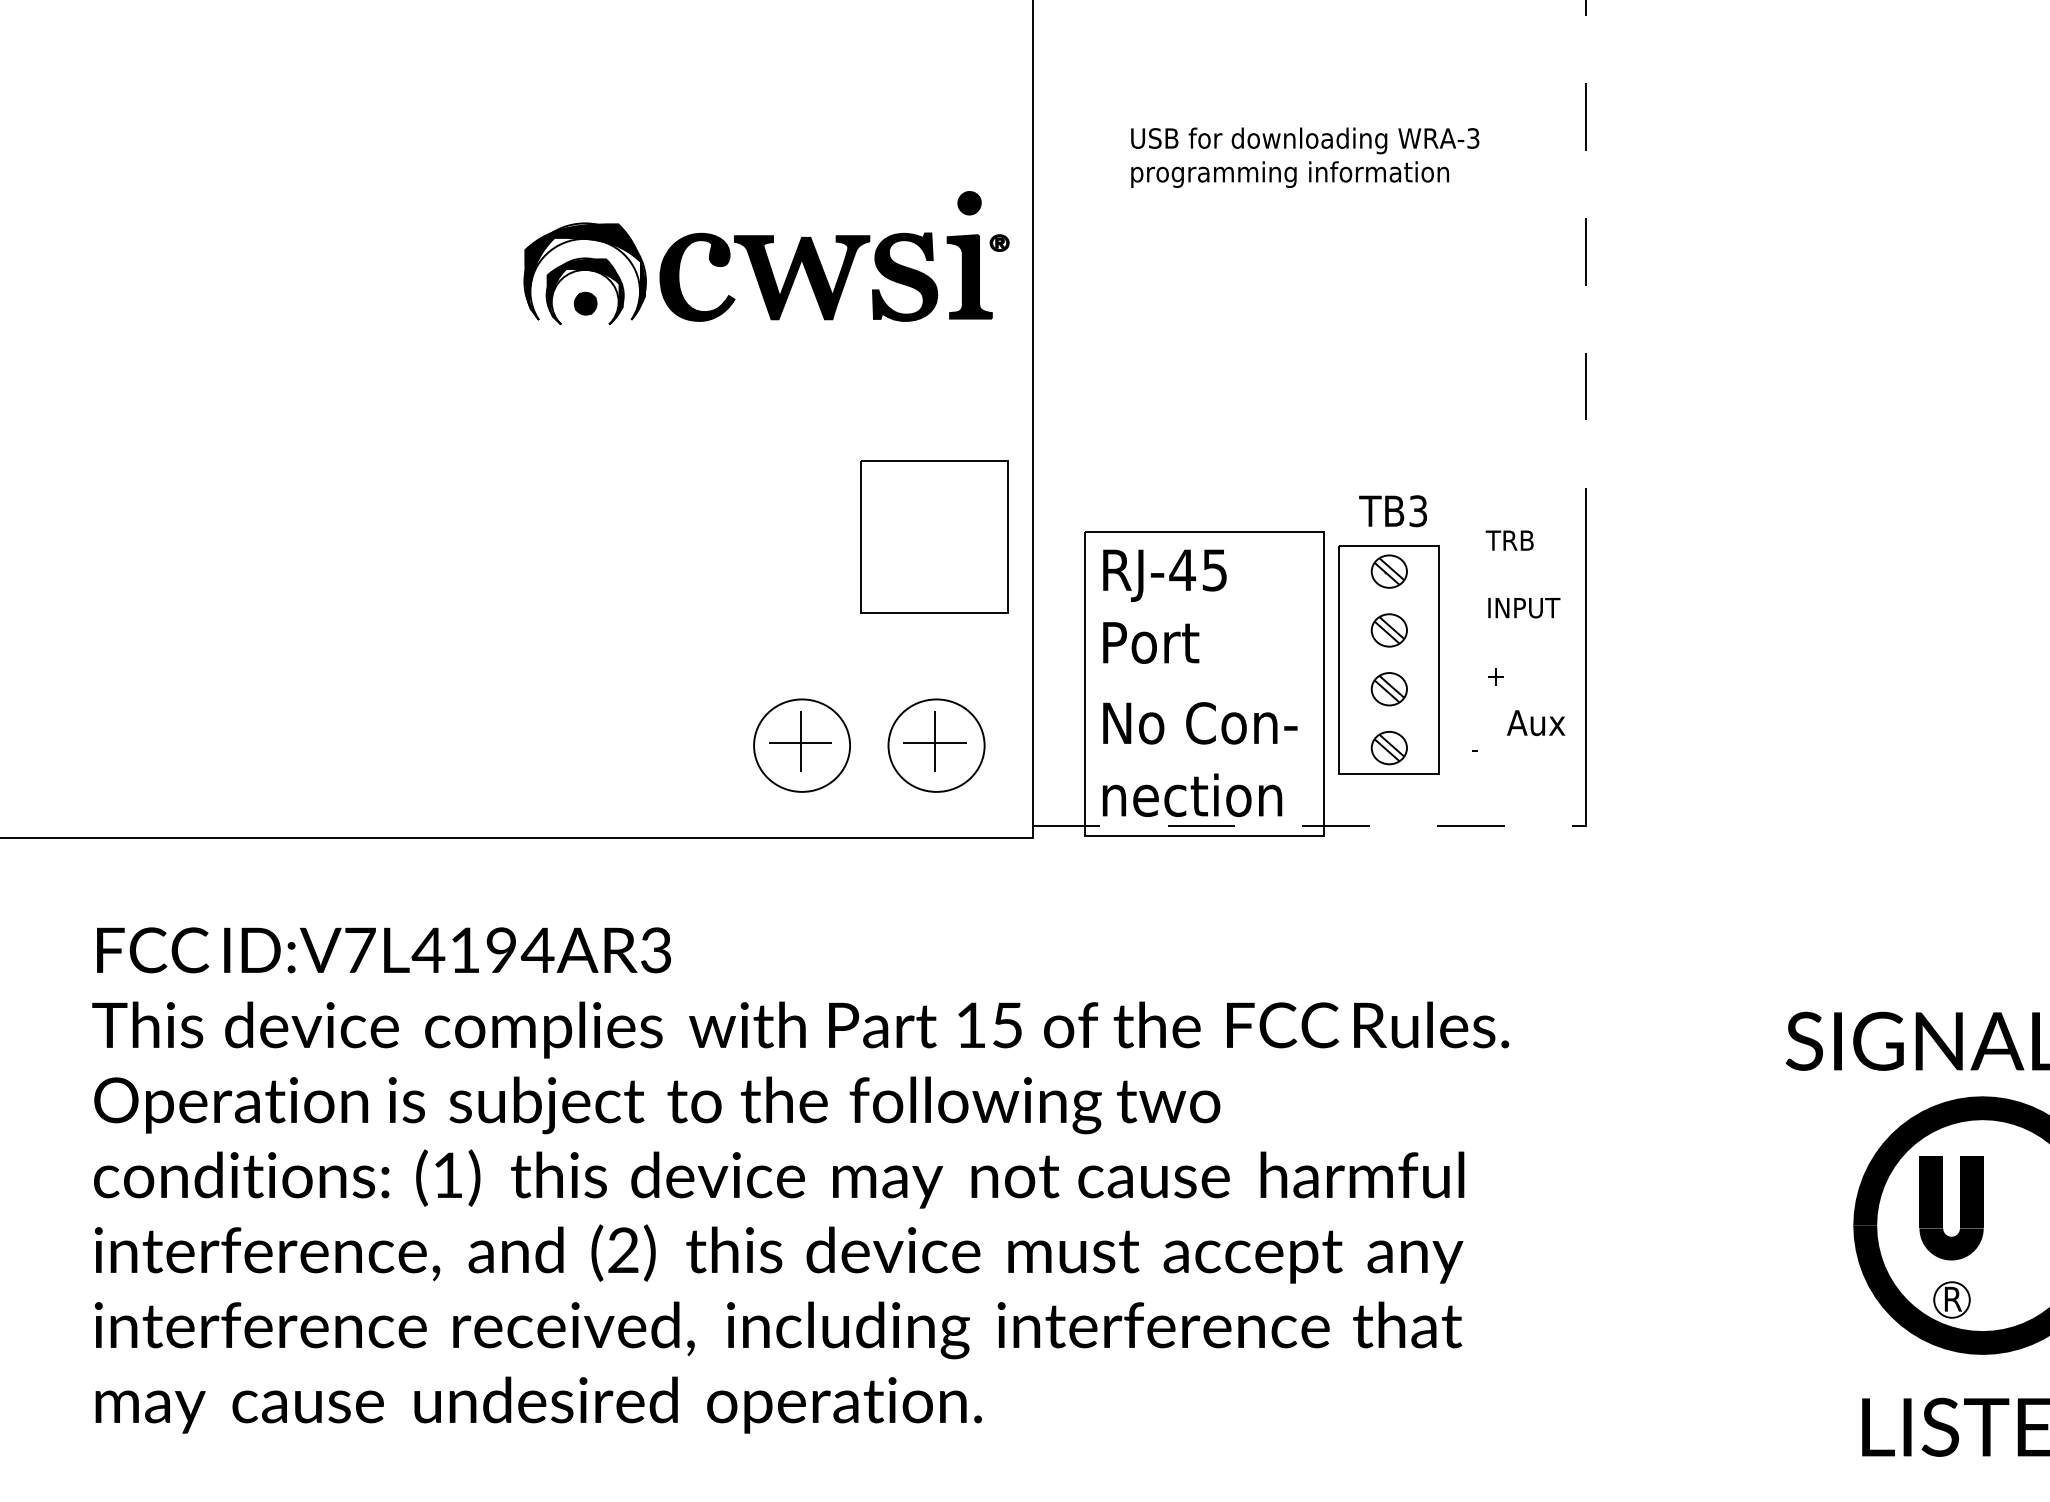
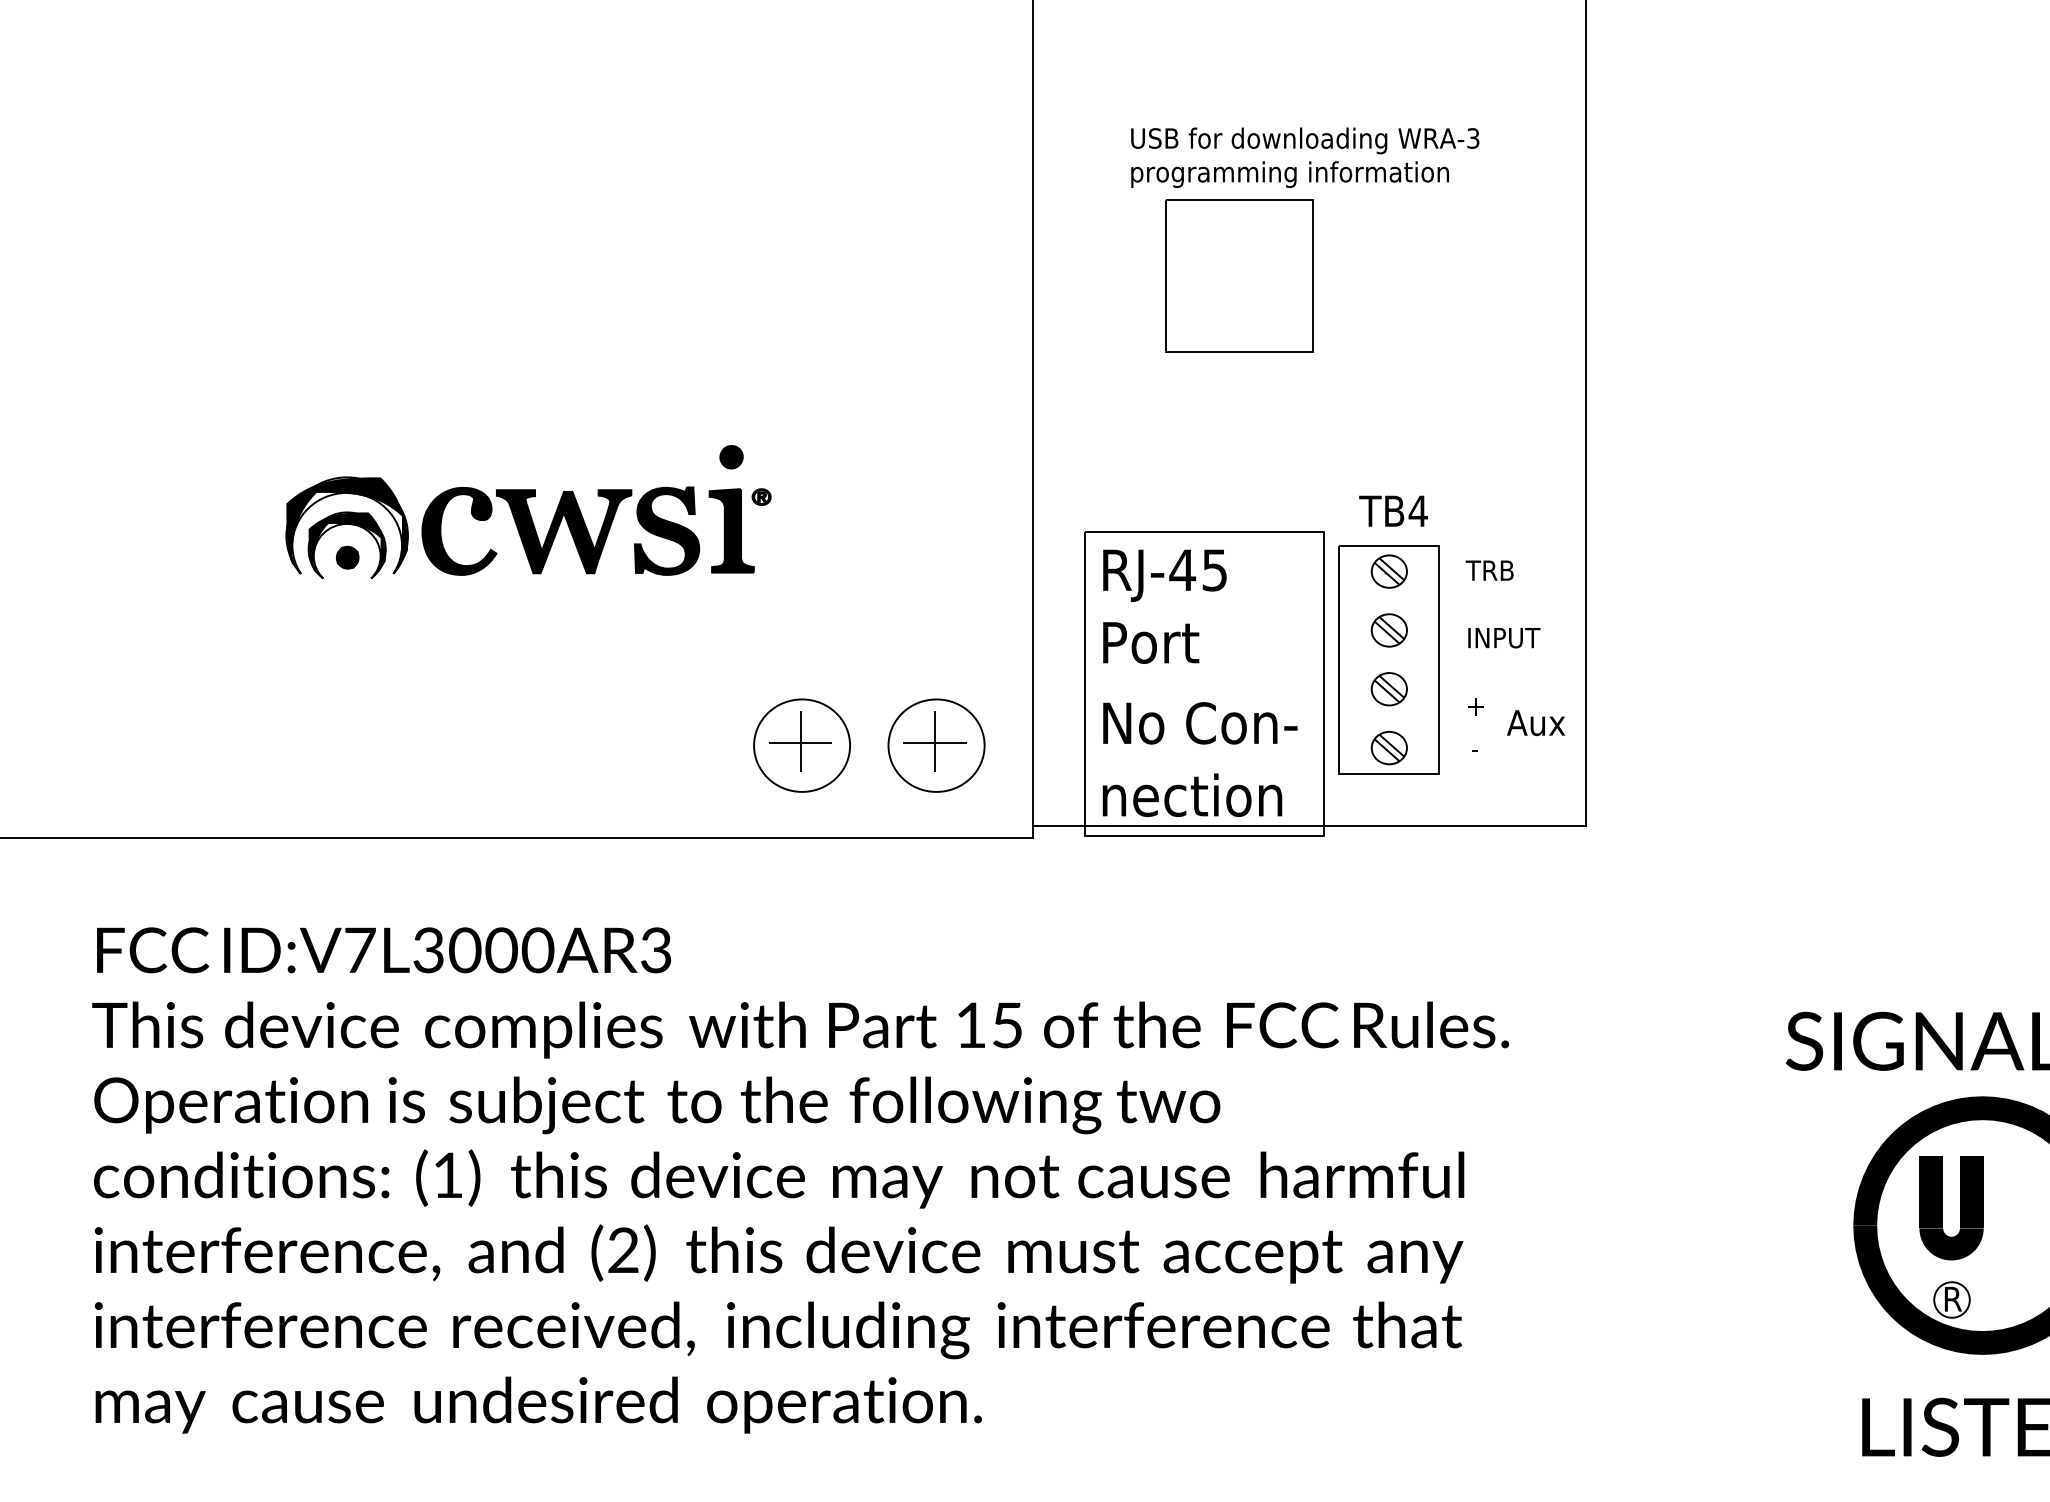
line at (1585, 250): dashed -> solid
part at (766, 258) position: (766, 258) -> (528, 512)
text at (1417, 511): TB3 -> TB4
part at (934, 536) position: (934, 536) -> (1239, 275)
text at (1522, 607) position: (1522, 607) -> (1502, 637)
line at (1309, 826): dashed -> solid
text at (482, 950): ID:V7L4194AR3 -> ID:V7L3000AR3
